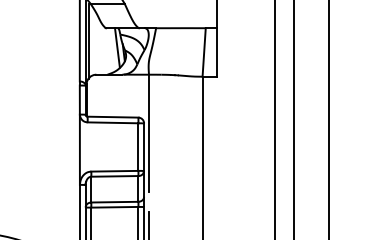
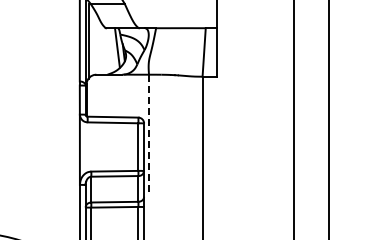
line at (274, 119): present -> none
line at (149, 133): solid -> dashed
line at (149, 223): present -> none
